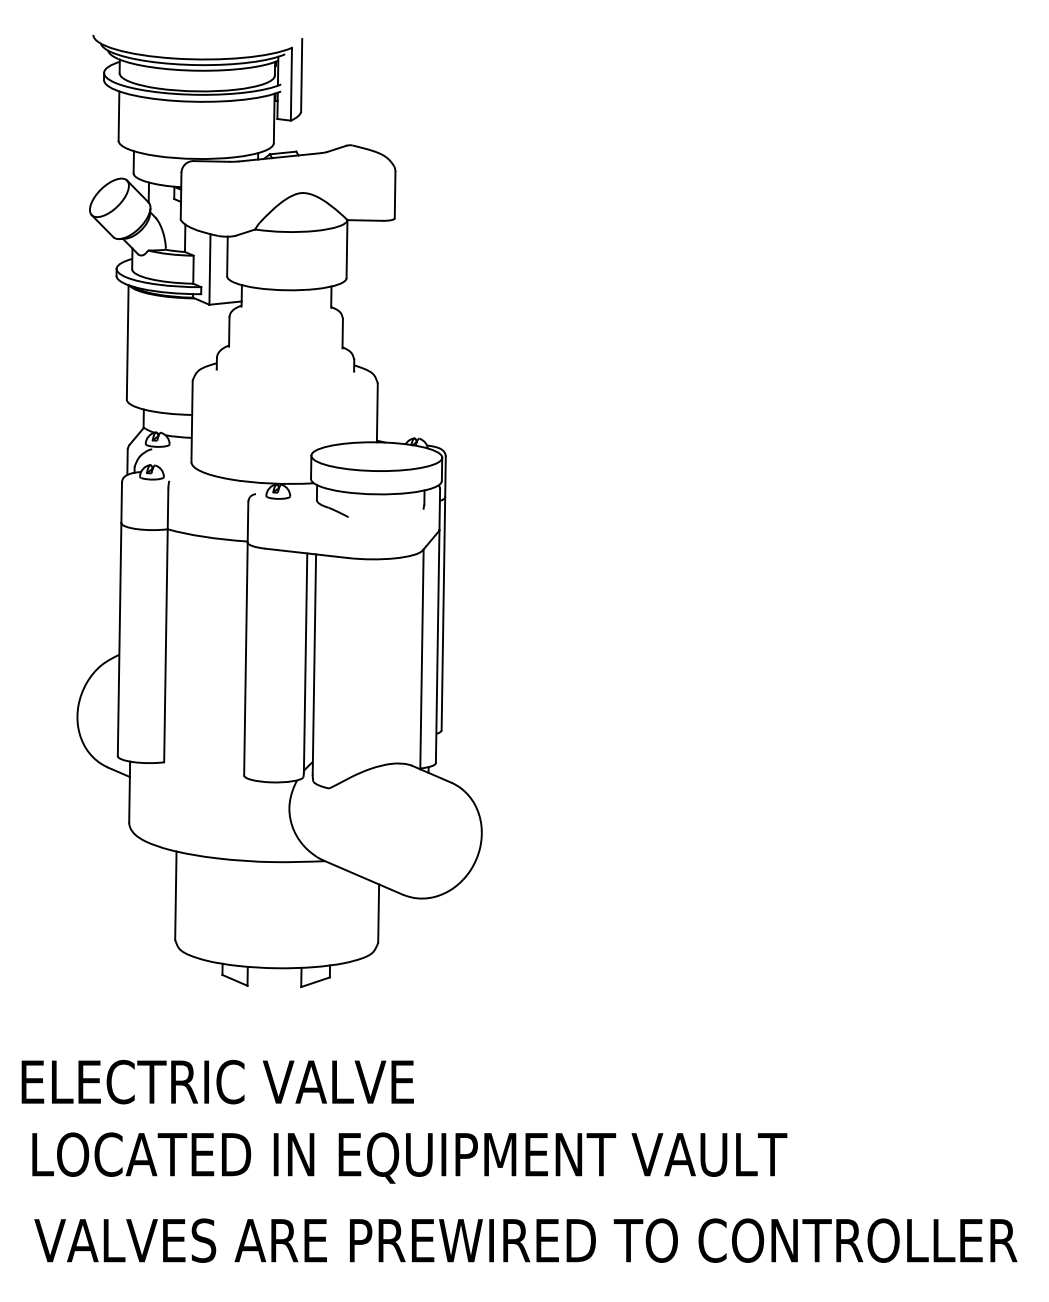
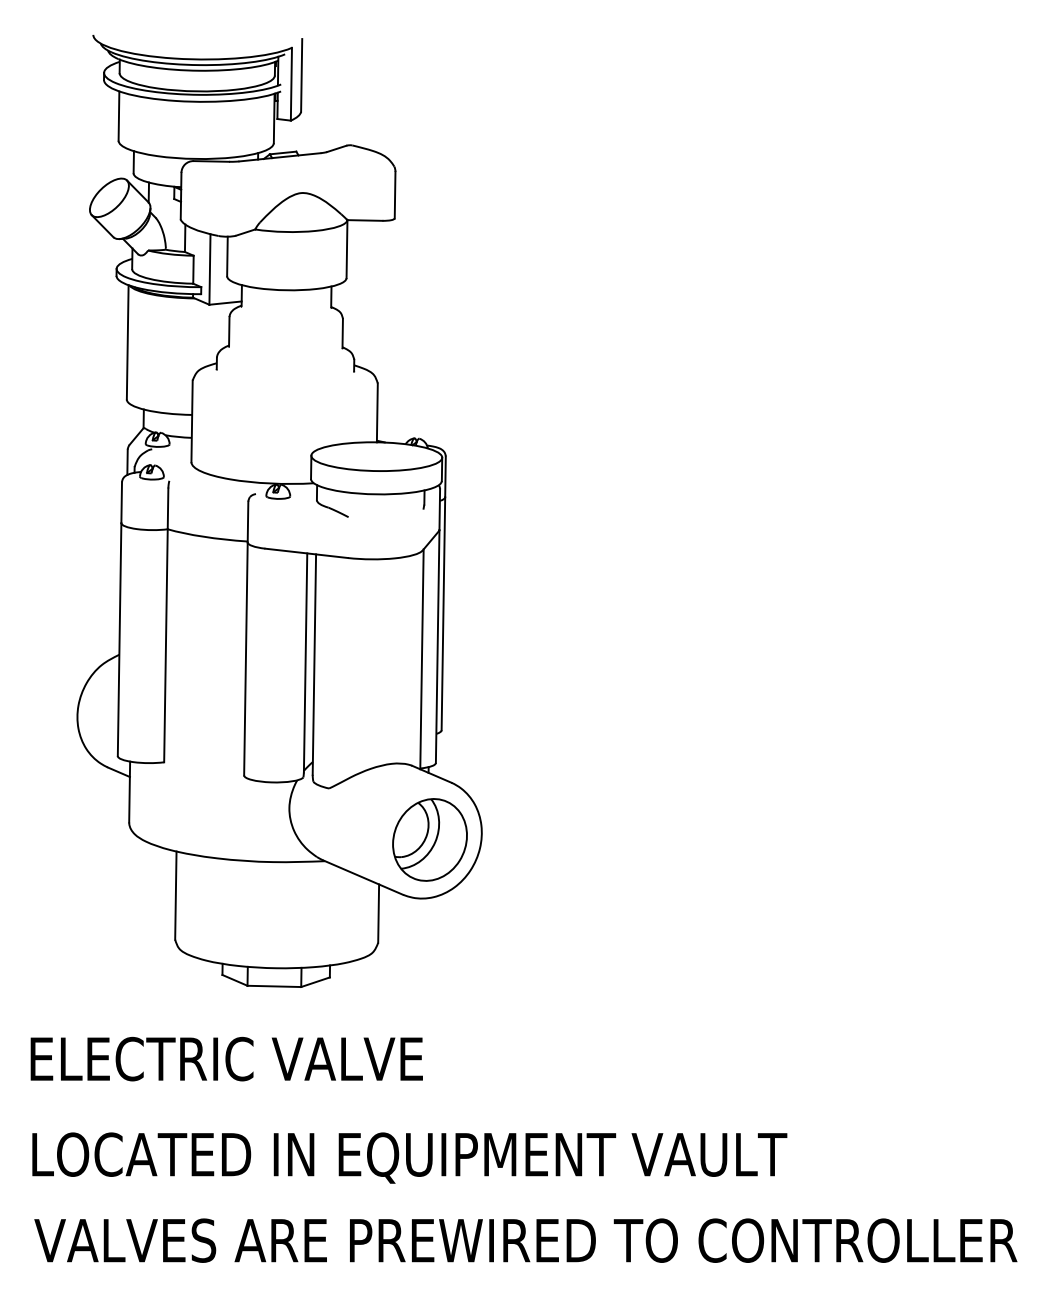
part at (429, 839): none -> present
line at (274, 986): none -> present
text at (217, 1081) position: (217, 1081) -> (226, 1058)
